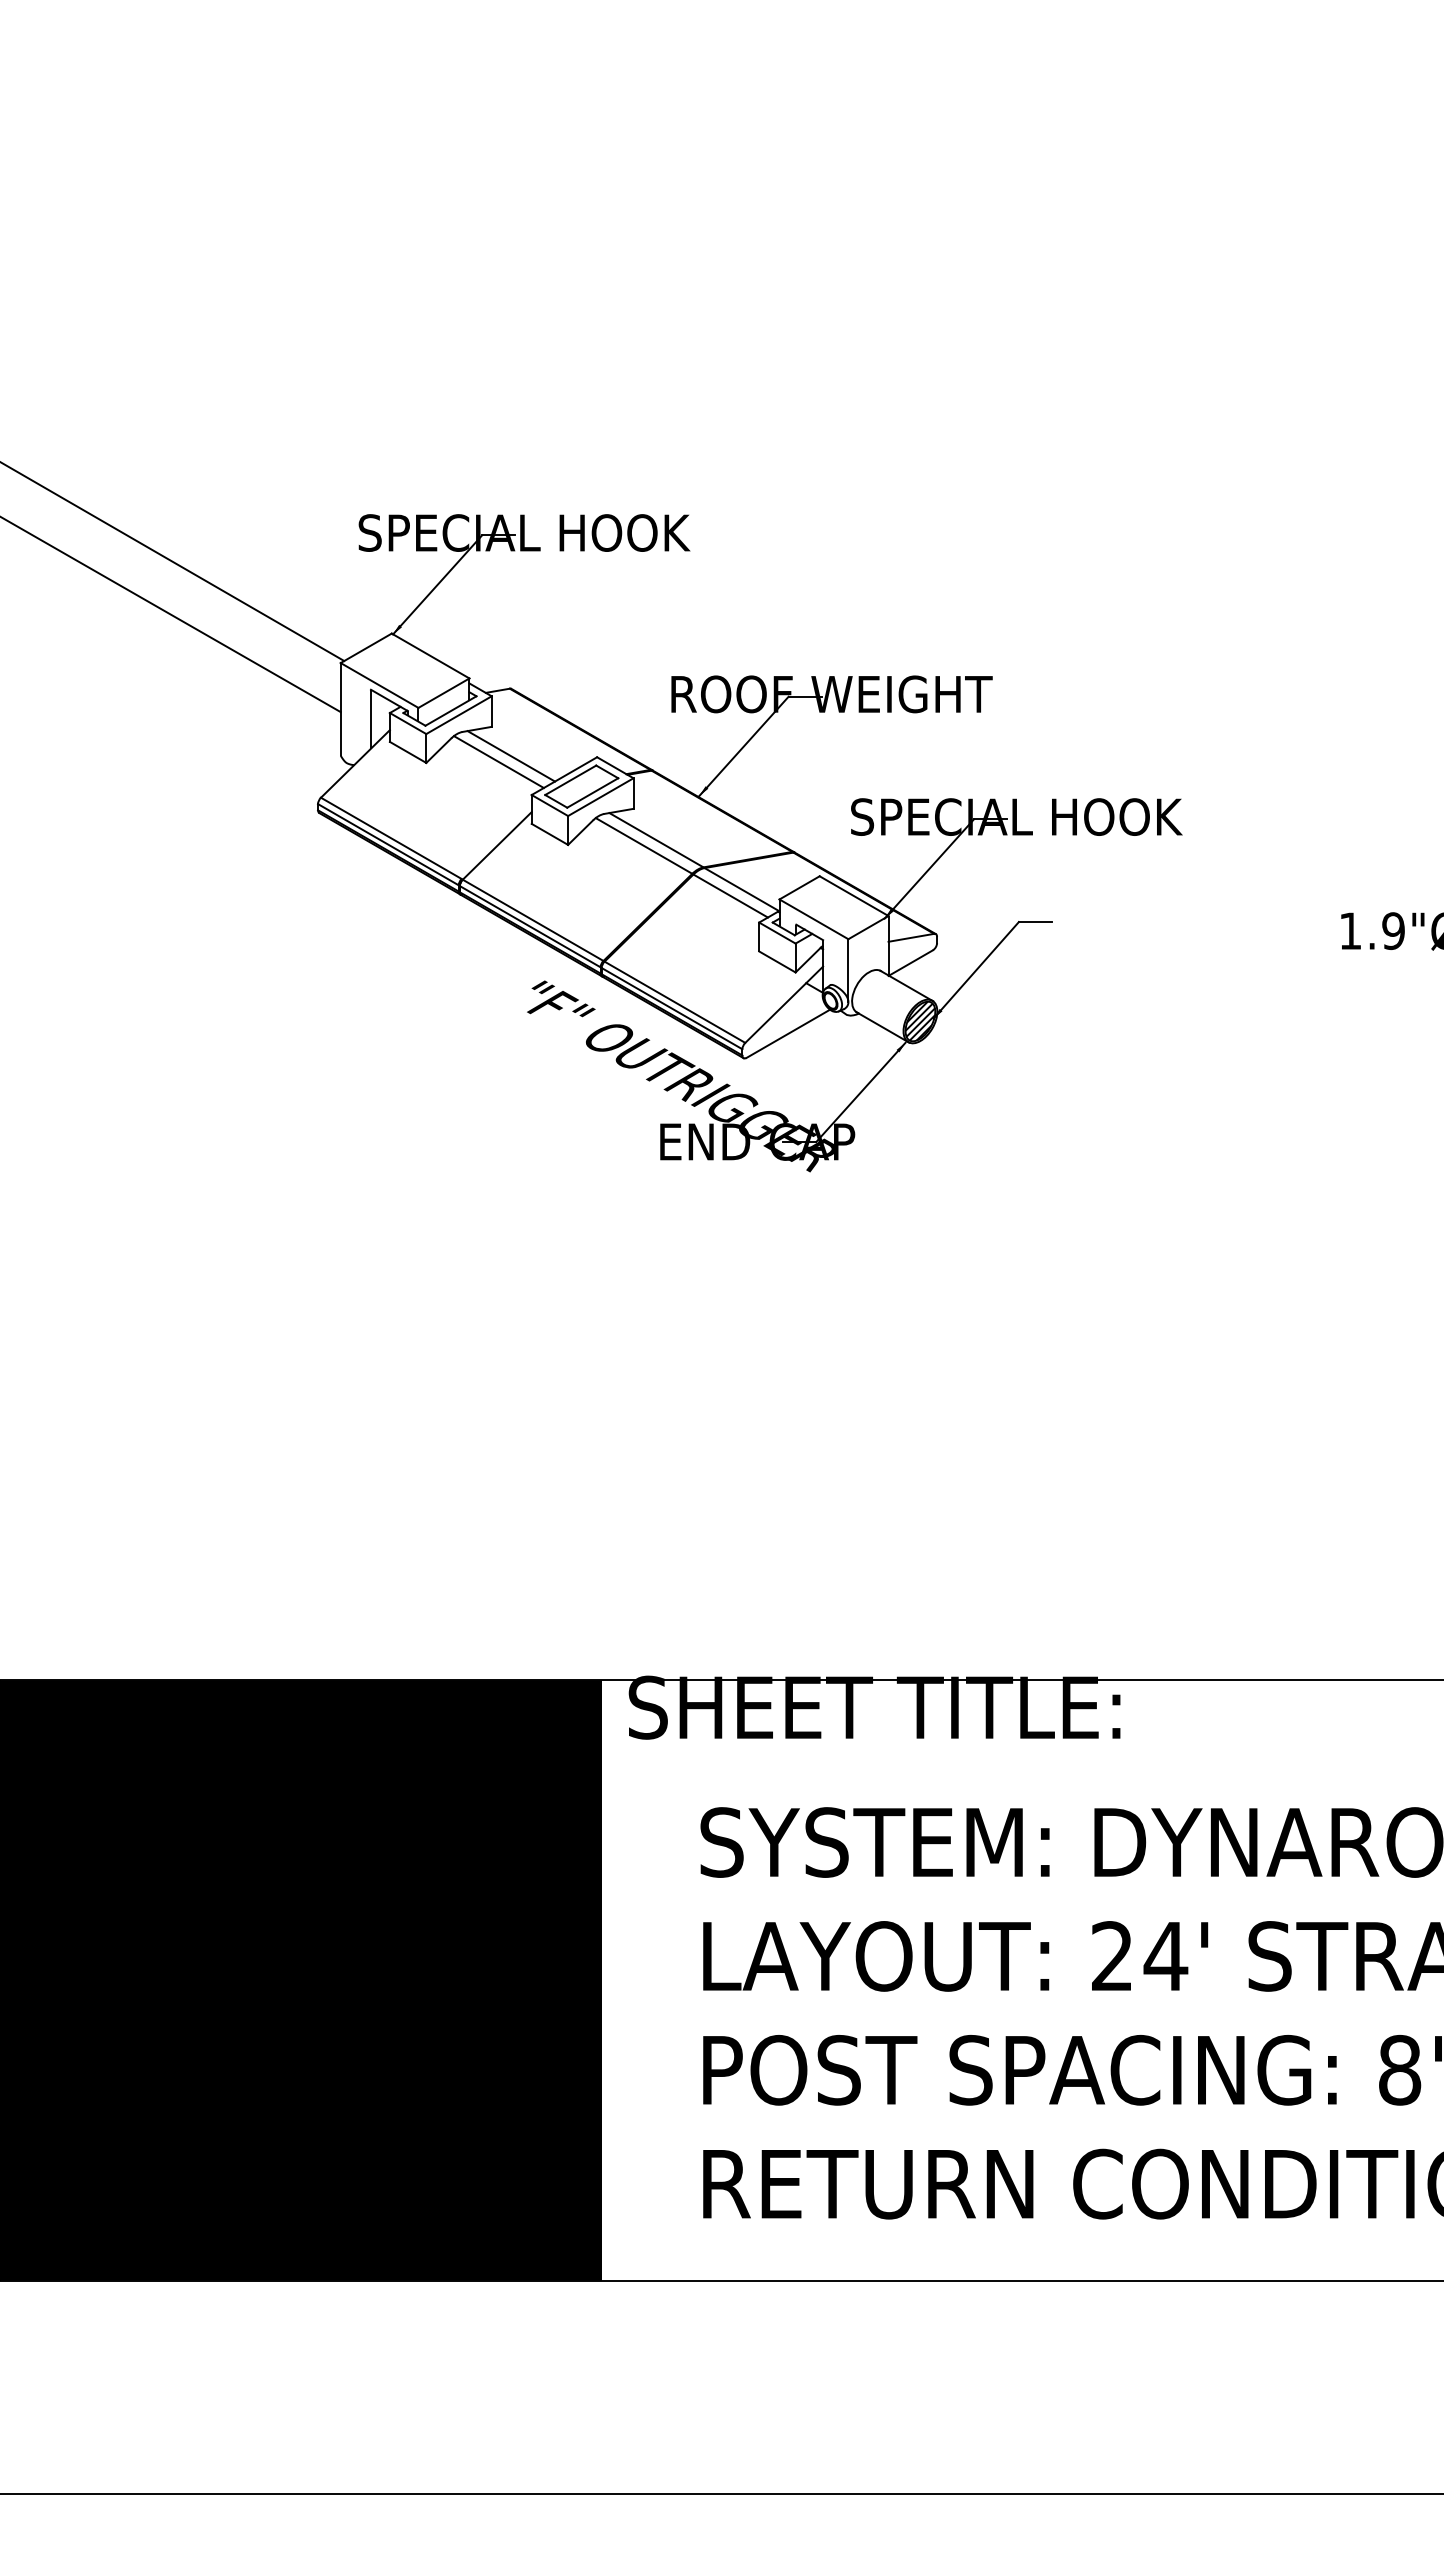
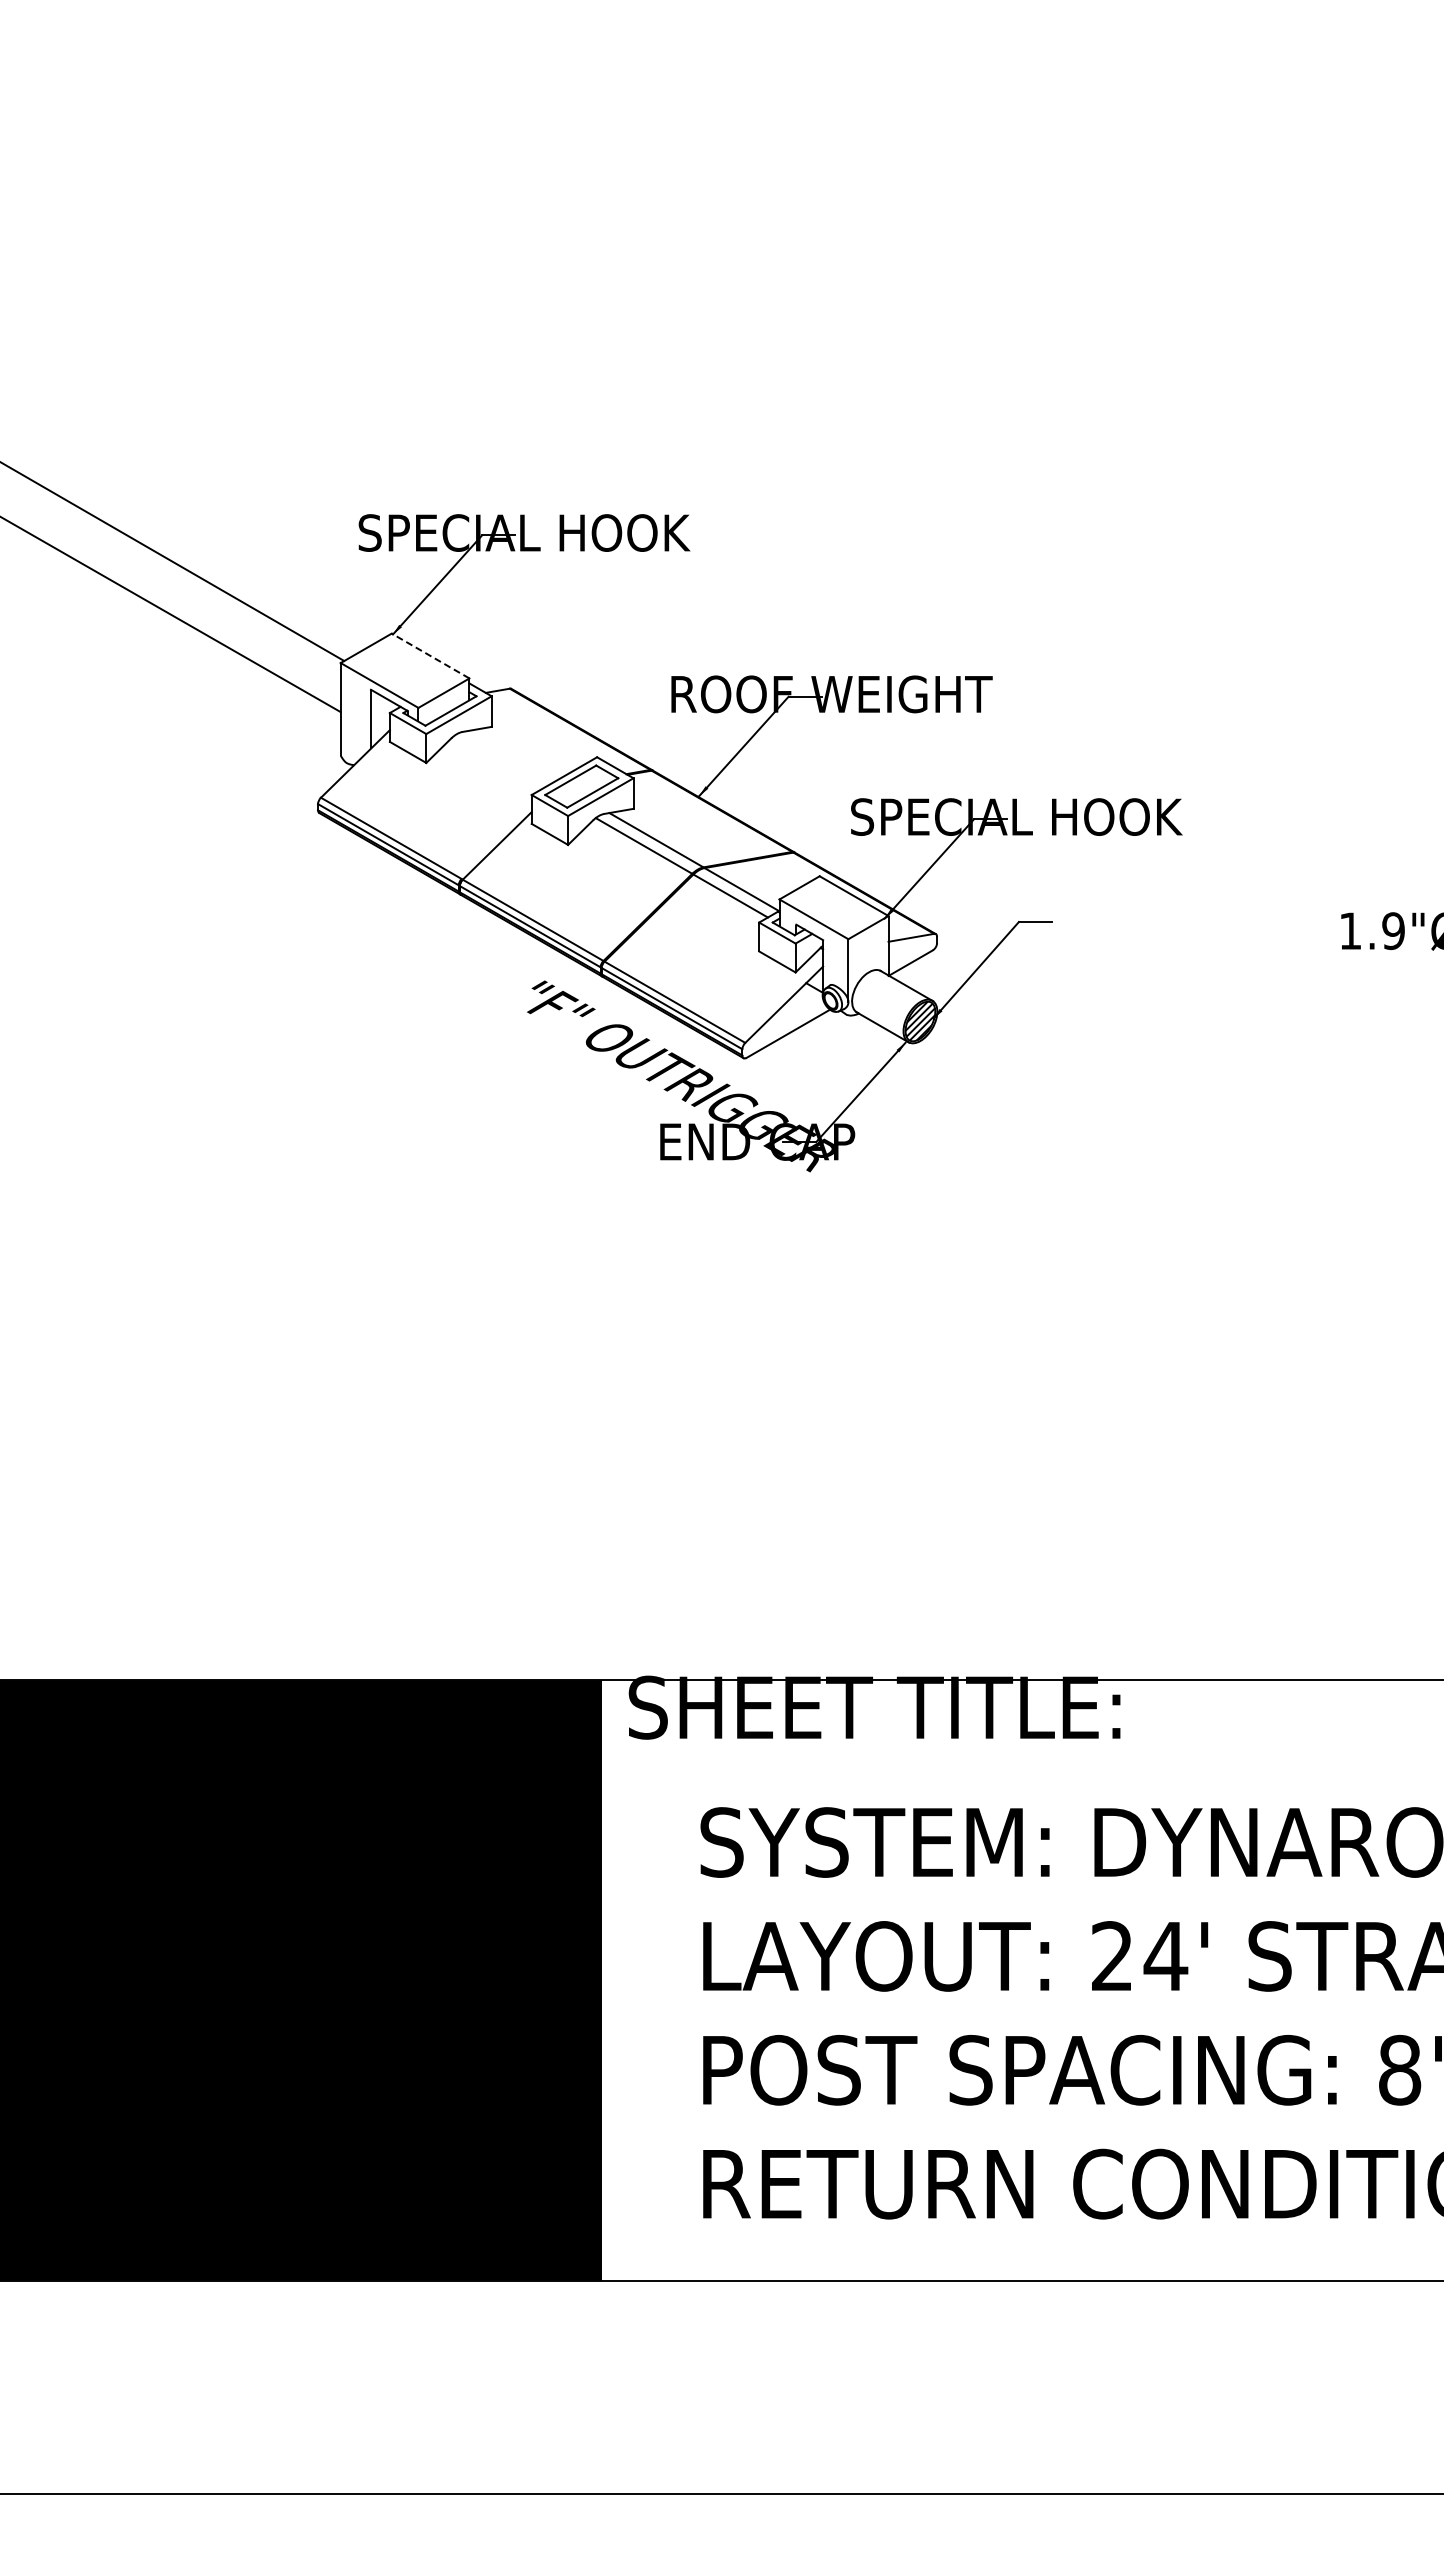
line at (430, 656): solid -> dashed
line at (511, 756): present -> none
line at (498, 762): present -> none
